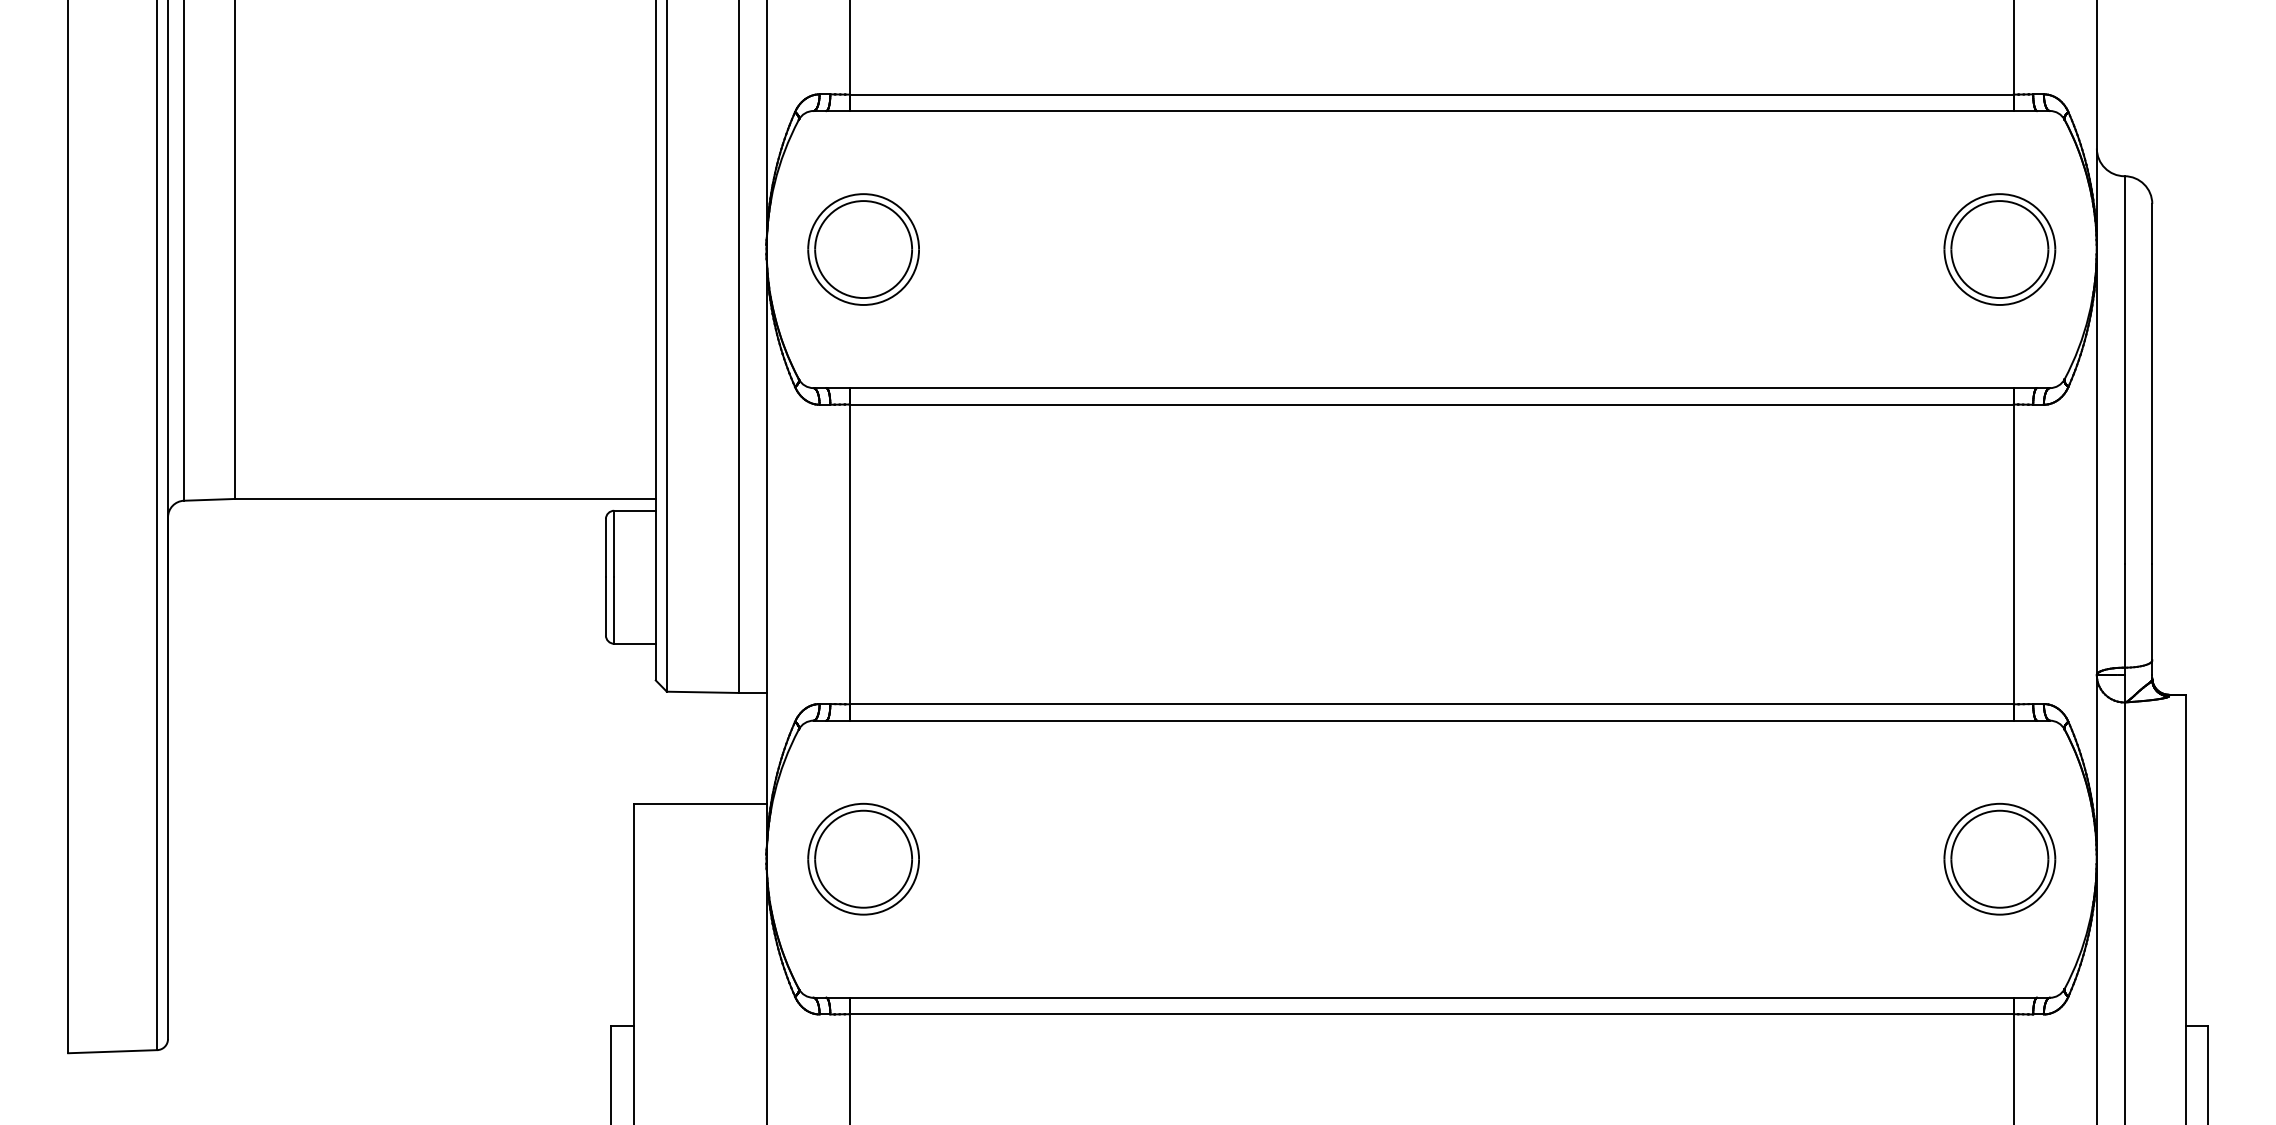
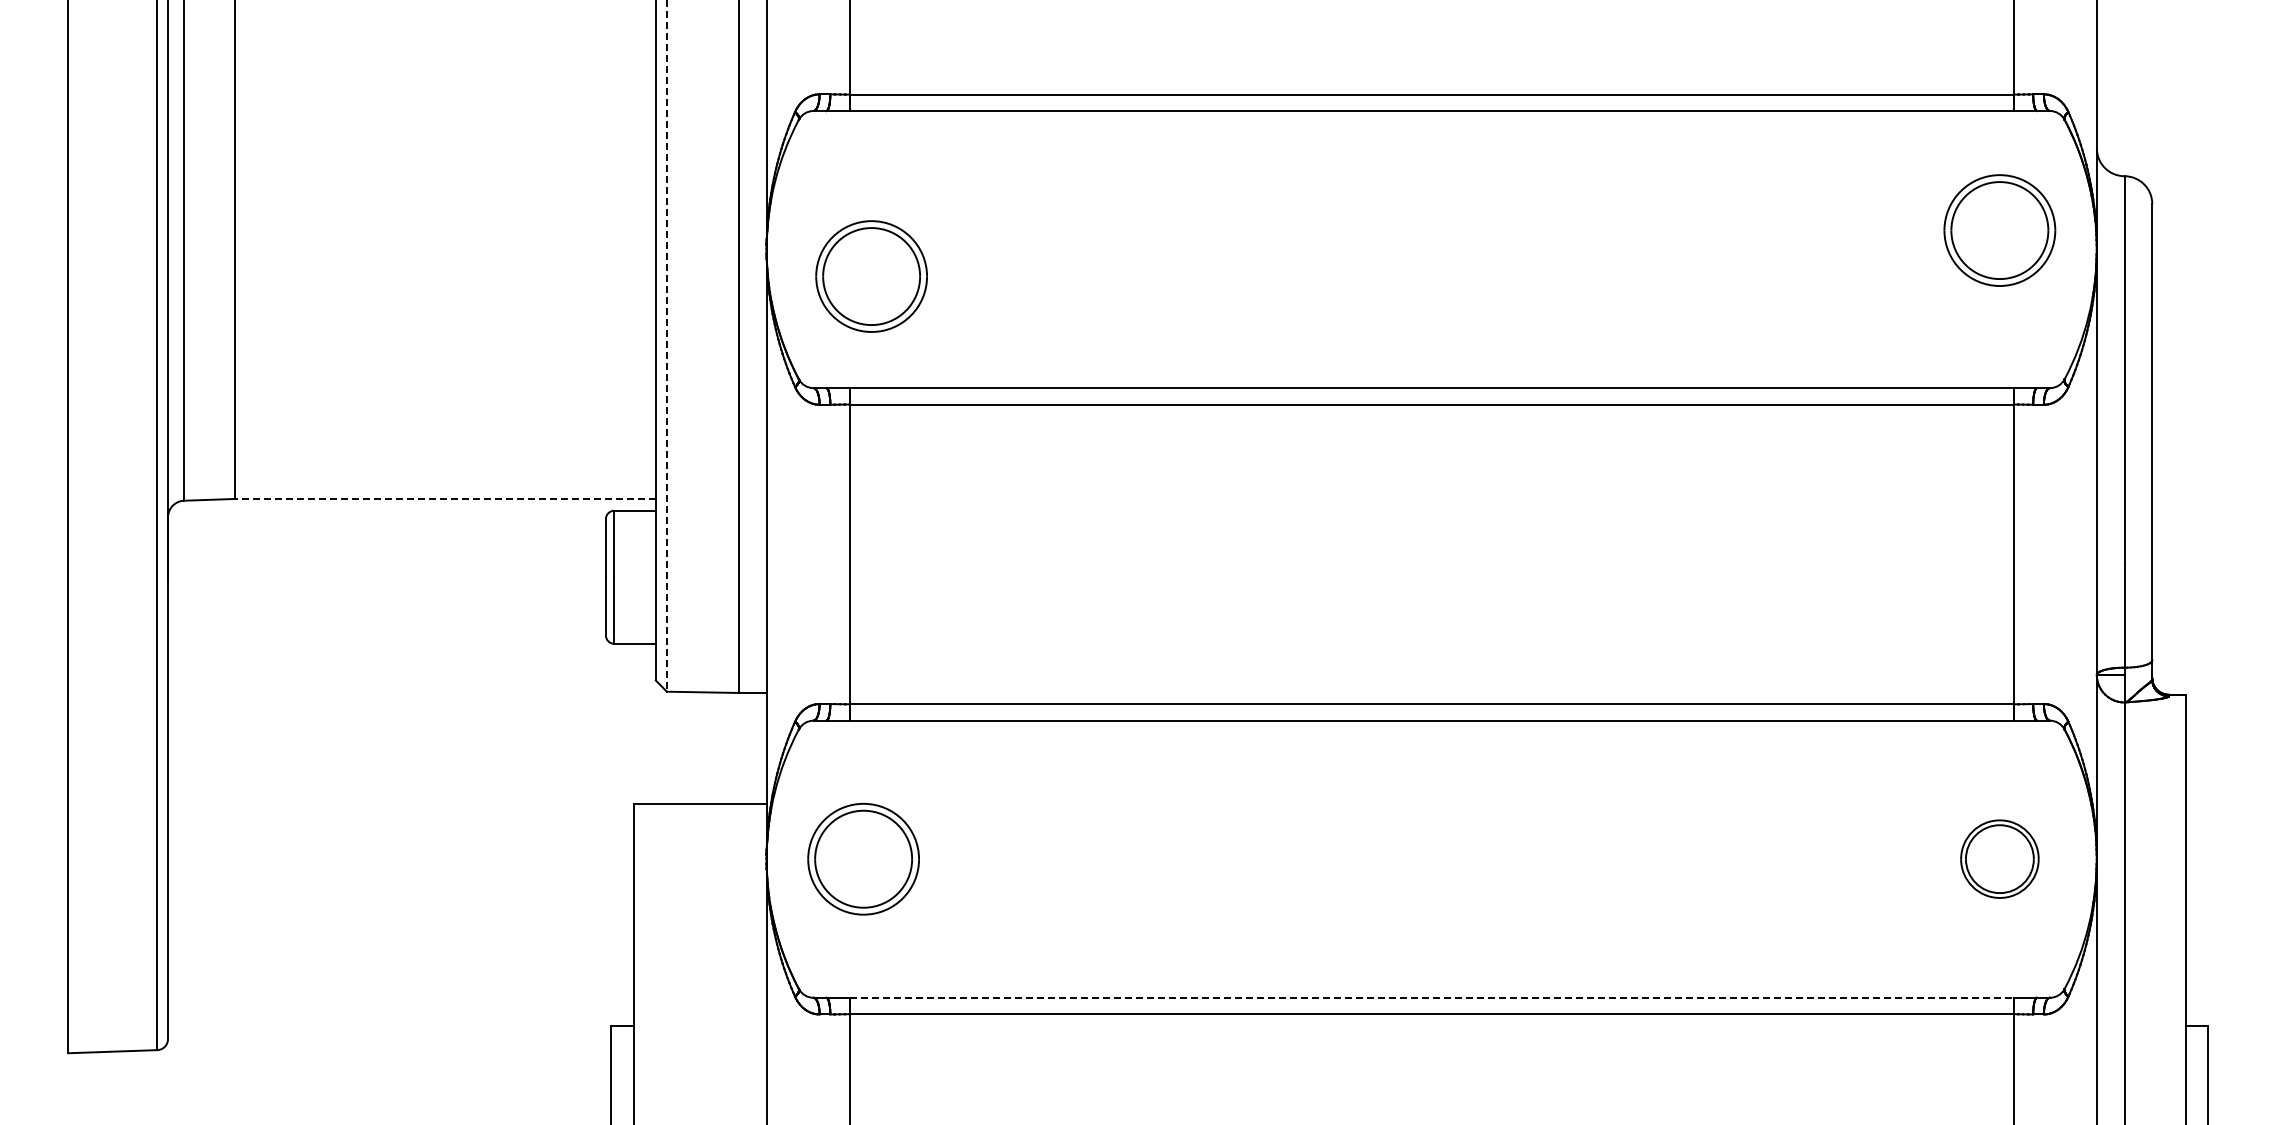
part at (863, 249) position: (863, 249) -> (871, 276)
part at (1999, 249) position: (1999, 249) -> (1999, 230)
line at (666, 346): solid -> dashed
line at (445, 498): solid -> dashed
part at (1999, 858) size: 114x114 px -> 80x80 px
line at (1431, 997): solid -> dashed
